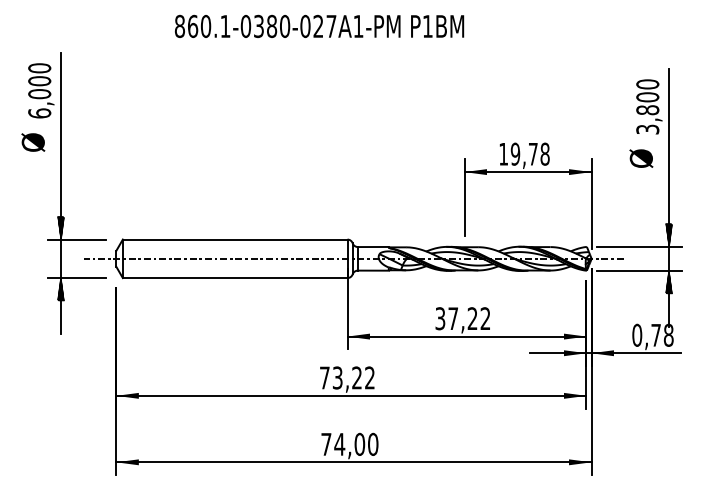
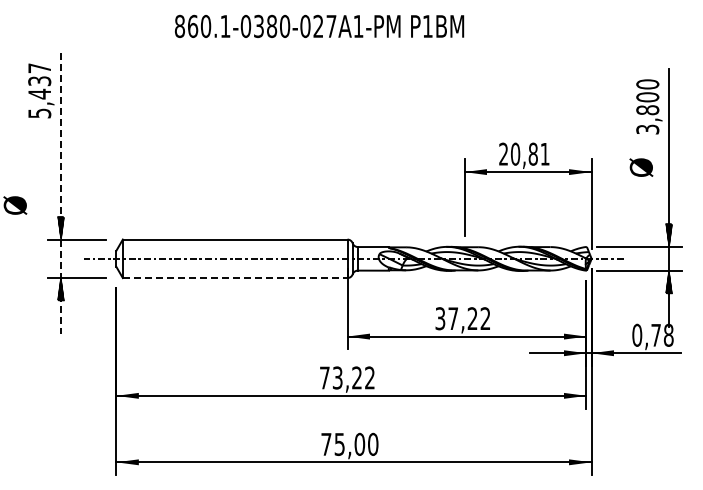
text at (39, 90): 6,000 -> 5,437
text at (33, 142) position: (33, 142) -> (15, 205)
text at (524, 153): 19,78 -> 20,81
text at (641, 158) position: (641, 158) -> (641, 167)
line at (61, 193): solid -> dashed
line at (235, 278): solid -> dashed
text at (339, 444): 74,00 -> 75,00
